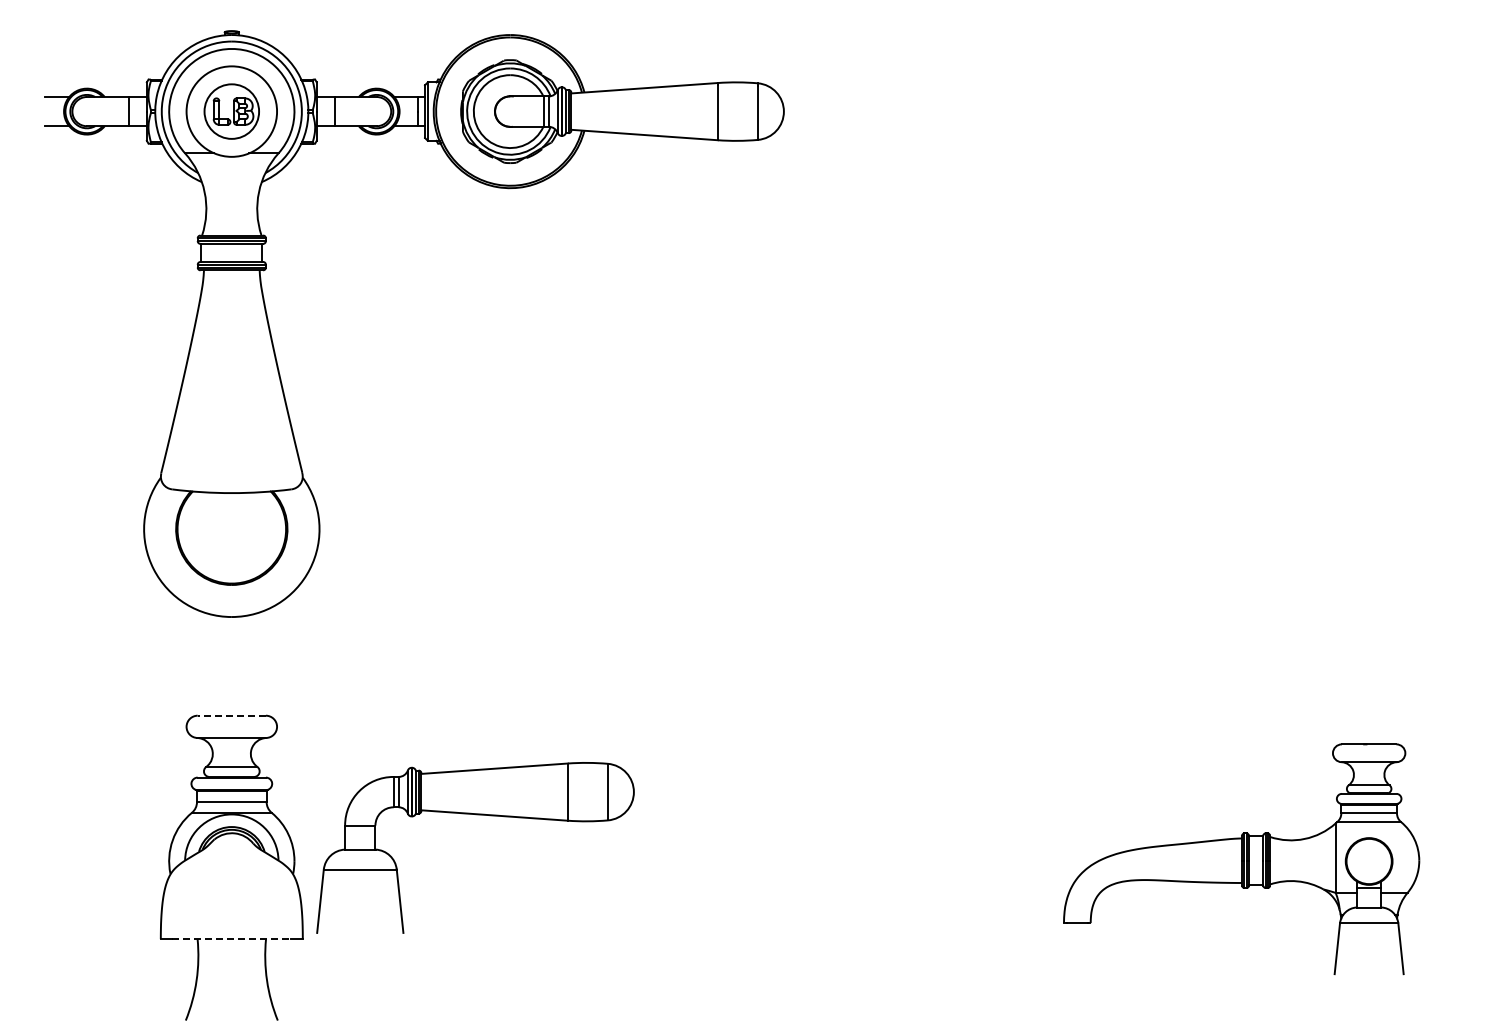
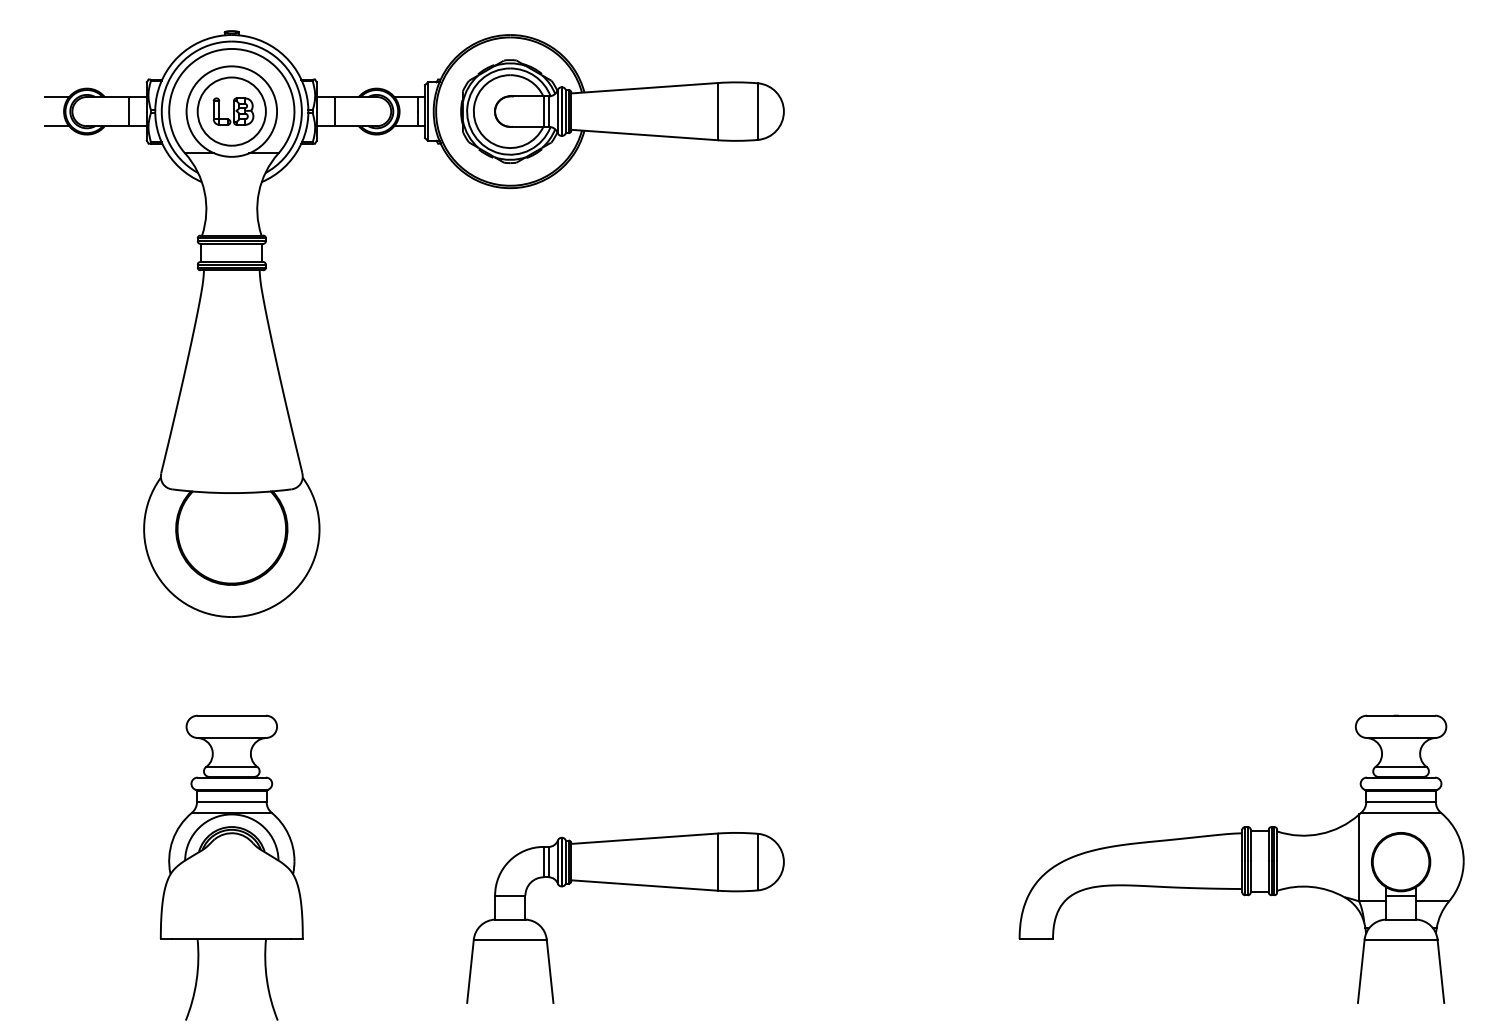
circle at (231, 111) diameter: 55 px -> 68 px
line at (231, 715): dashed -> solid
part at (476, 815) position: (476, 815) -> (626, 885)
part at (1241, 859) size: 358x233 px -> 447x290 px
line at (231, 939): dashed -> solid
